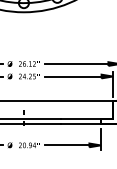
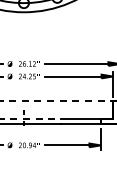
line at (56, 101): solid -> dashed
line at (30, 119): solid -> dashed
